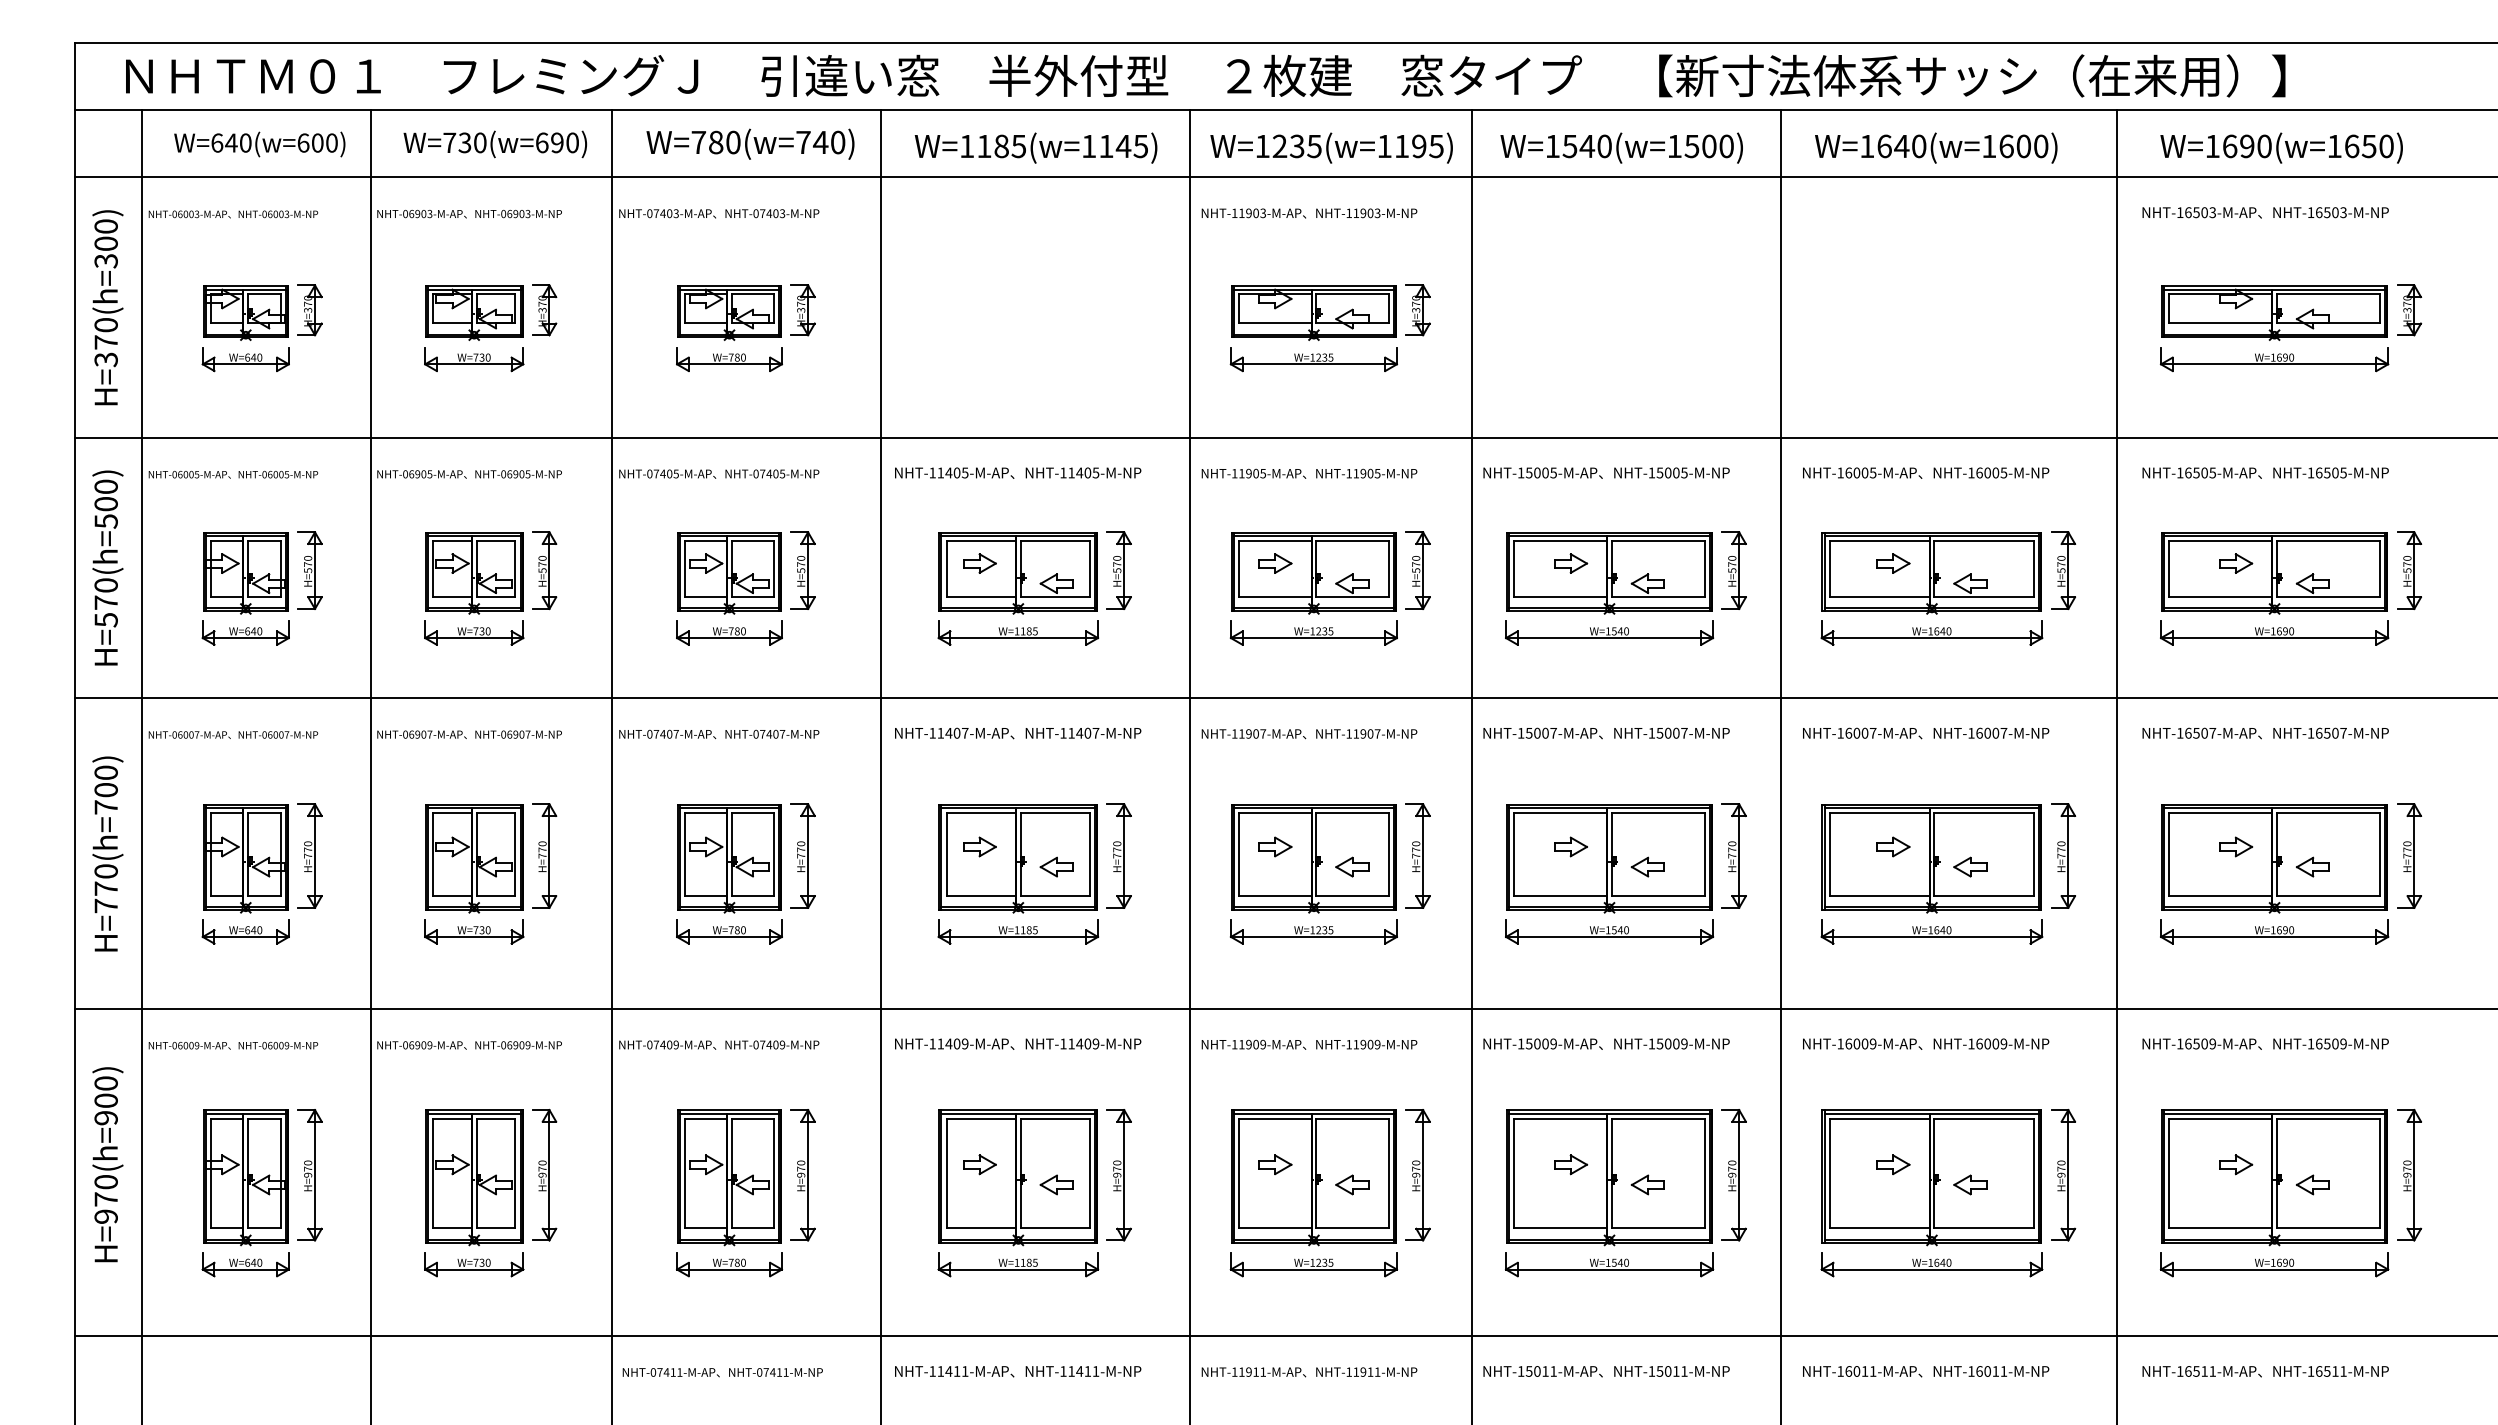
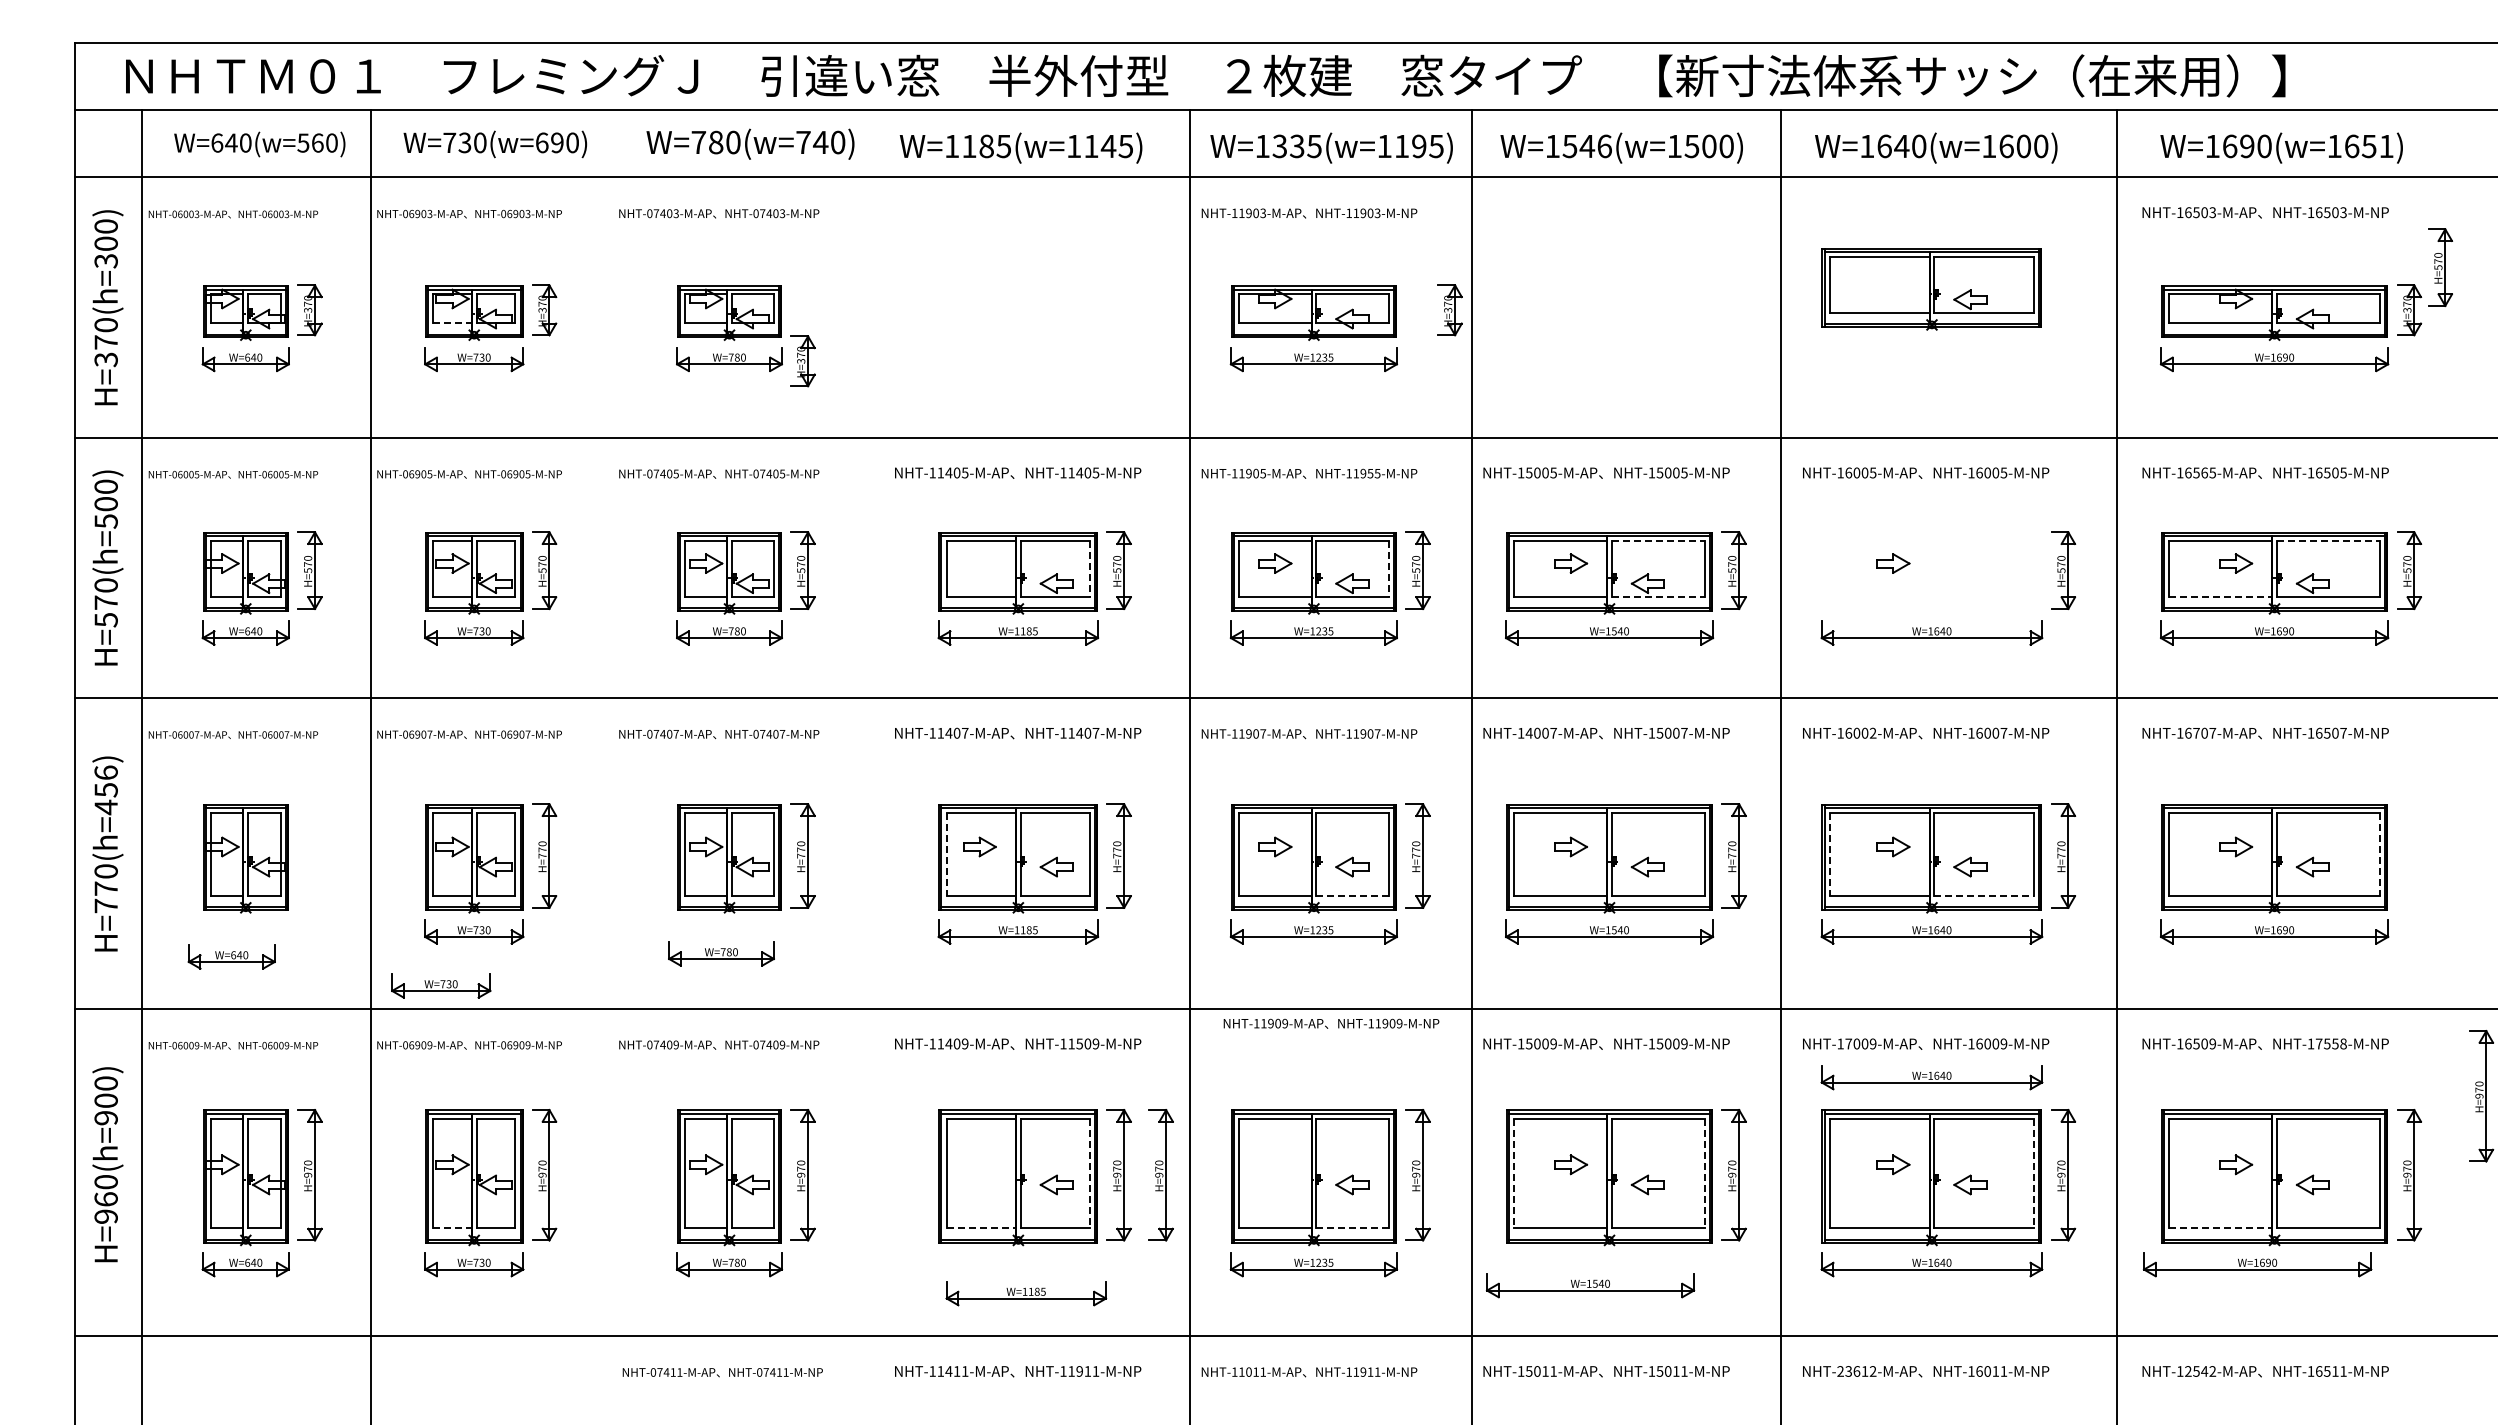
text at (310, 142): W=640(w=600) -> W=640(w=560)
text at (1279, 146): W=1235(w=1195) -> W=1335(w=1195)
text at (1604, 146): W=1540(w=1500) -> W=1546(w=1500)
text at (2386, 146): W=1690(w=1650) -> W=1690(w=1651)
text at (1035, 147) position: (1035, 147) -> (1020, 147)
part at (2440, 267): none -> present
part at (802, 310) position: (802, 310) -> (802, 361)
part at (1417, 310) position: (1417, 310) -> (1449, 310)
line at (453, 323): solid -> dashed
text at (2204, 472): NHT-16505-M-AP -> NHT-16565-M-AP
text at (1370, 473): NHT-11905-M-NP -> NHT-11955-M-NP
line at (1658, 541): solid -> dashed
line at (2328, 541): solid -> dashed
part at (979, 563): present -> none
line at (1090, 569): solid -> dashed
line at (1388, 569): solid -> dashed
part at (1931, 573) position: (1931, 573) -> (1931, 289)
line at (1658, 596): solid -> dashed
line at (2220, 596): solid -> dashed
text at (1872, 732): NHT-16007-M-AP -> NHT-16002-M-AP
text at (1528, 733): NHT-15007-M-AP -> NHT-14007-M-AP
text at (2196, 733): NHT-16507-M-AP -> NHT-16707-M-AP
line at (612, 765): present -> none
line at (881, 765): present -> none
text at (105, 790): H=770(h=700) -> H=770(h=456)
part at (309, 855): present -> none
line at (946, 855): solid -> dashed
line at (1829, 855): solid -> dashed
line at (2380, 855): solid -> dashed
part at (2409, 855): present -> none
line at (1353, 895): solid -> dashed
line at (1984, 895): solid -> dashed
part at (245, 931) position: (245, 931) -> (231, 956)
part at (729, 931) position: (729, 931) -> (721, 953)
part at (441, 985): none -> present
text at (1079, 1043): NHT-11409-M-NP -> NHT-11509-M-NP
text at (1848, 1043): NHT-16009-M-AP -> NHT-17009-M-AP
text at (2330, 1043): NHT-16509-M-NP -> NHT-17558-M-NP
text at (1309, 1044) position: (1309, 1044) -> (1331, 1023)
part at (1931, 1077): none -> present
part at (2481, 1096): none -> present
part at (979, 1164): present -> none
part at (1275, 1164): present -> none
line at (1090, 1173): solid -> dashed
line at (1514, 1173): solid -> dashed
line at (1705, 1173): solid -> dashed
line at (2034, 1173): solid -> dashed
part at (1160, 1175): none -> present
text at (105, 1199): H=970(h=900) -> H=960(h=900)
line at (453, 1228): solid -> dashed
line at (981, 1228): solid -> dashed
line at (1353, 1228): solid -> dashed
line at (2220, 1228): solid -> dashed
part at (1018, 1264) position: (1018, 1264) -> (1026, 1293)
part at (1609, 1264) position: (1609, 1264) -> (1590, 1285)
part at (2274, 1264) position: (2274, 1264) -> (2257, 1264)
text at (1079, 1371): NHT-11411-M-NP -> NHT-11911-M-NP
text at (1248, 1371): NHT-11911-M-AP -> NHT-11011-M-AP
text at (1856, 1371): NHT-16011-M-AP -> NHT-23612-M-AP
text at (2200, 1371): NHT-16511-M-AP -> NHT-12542-M-AP
